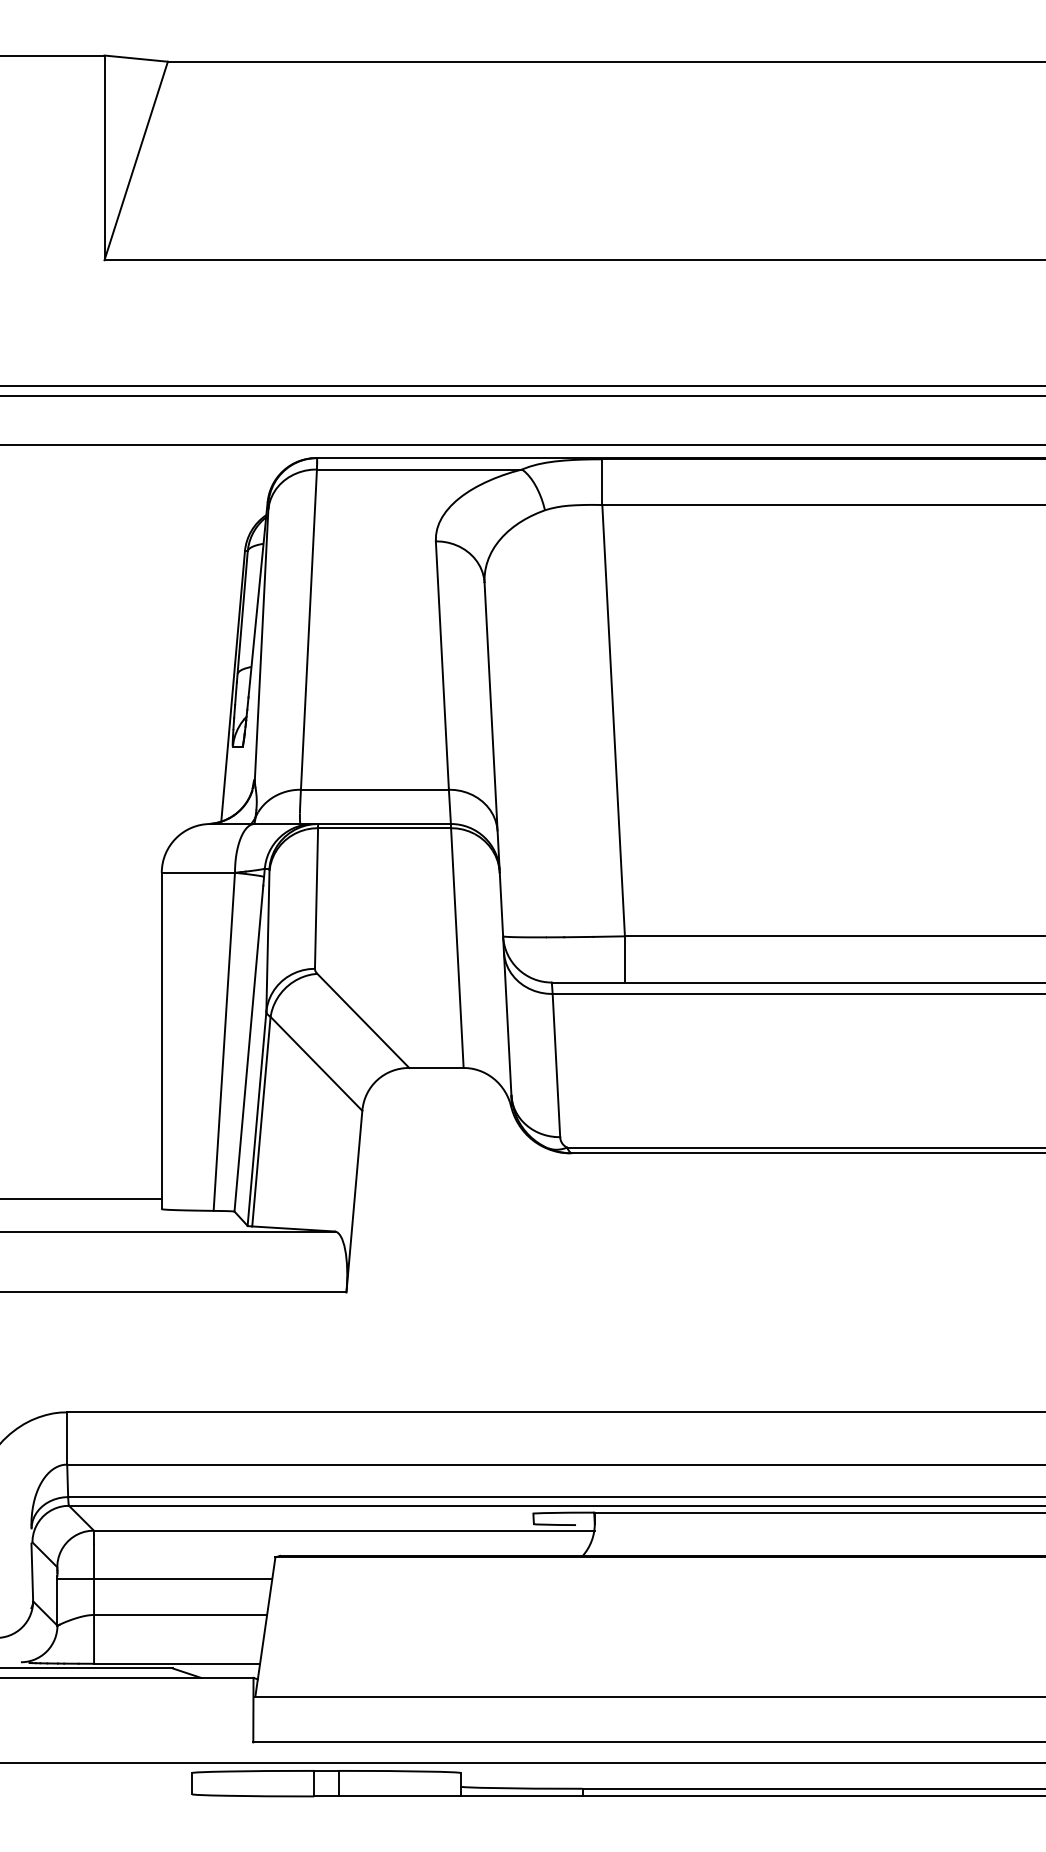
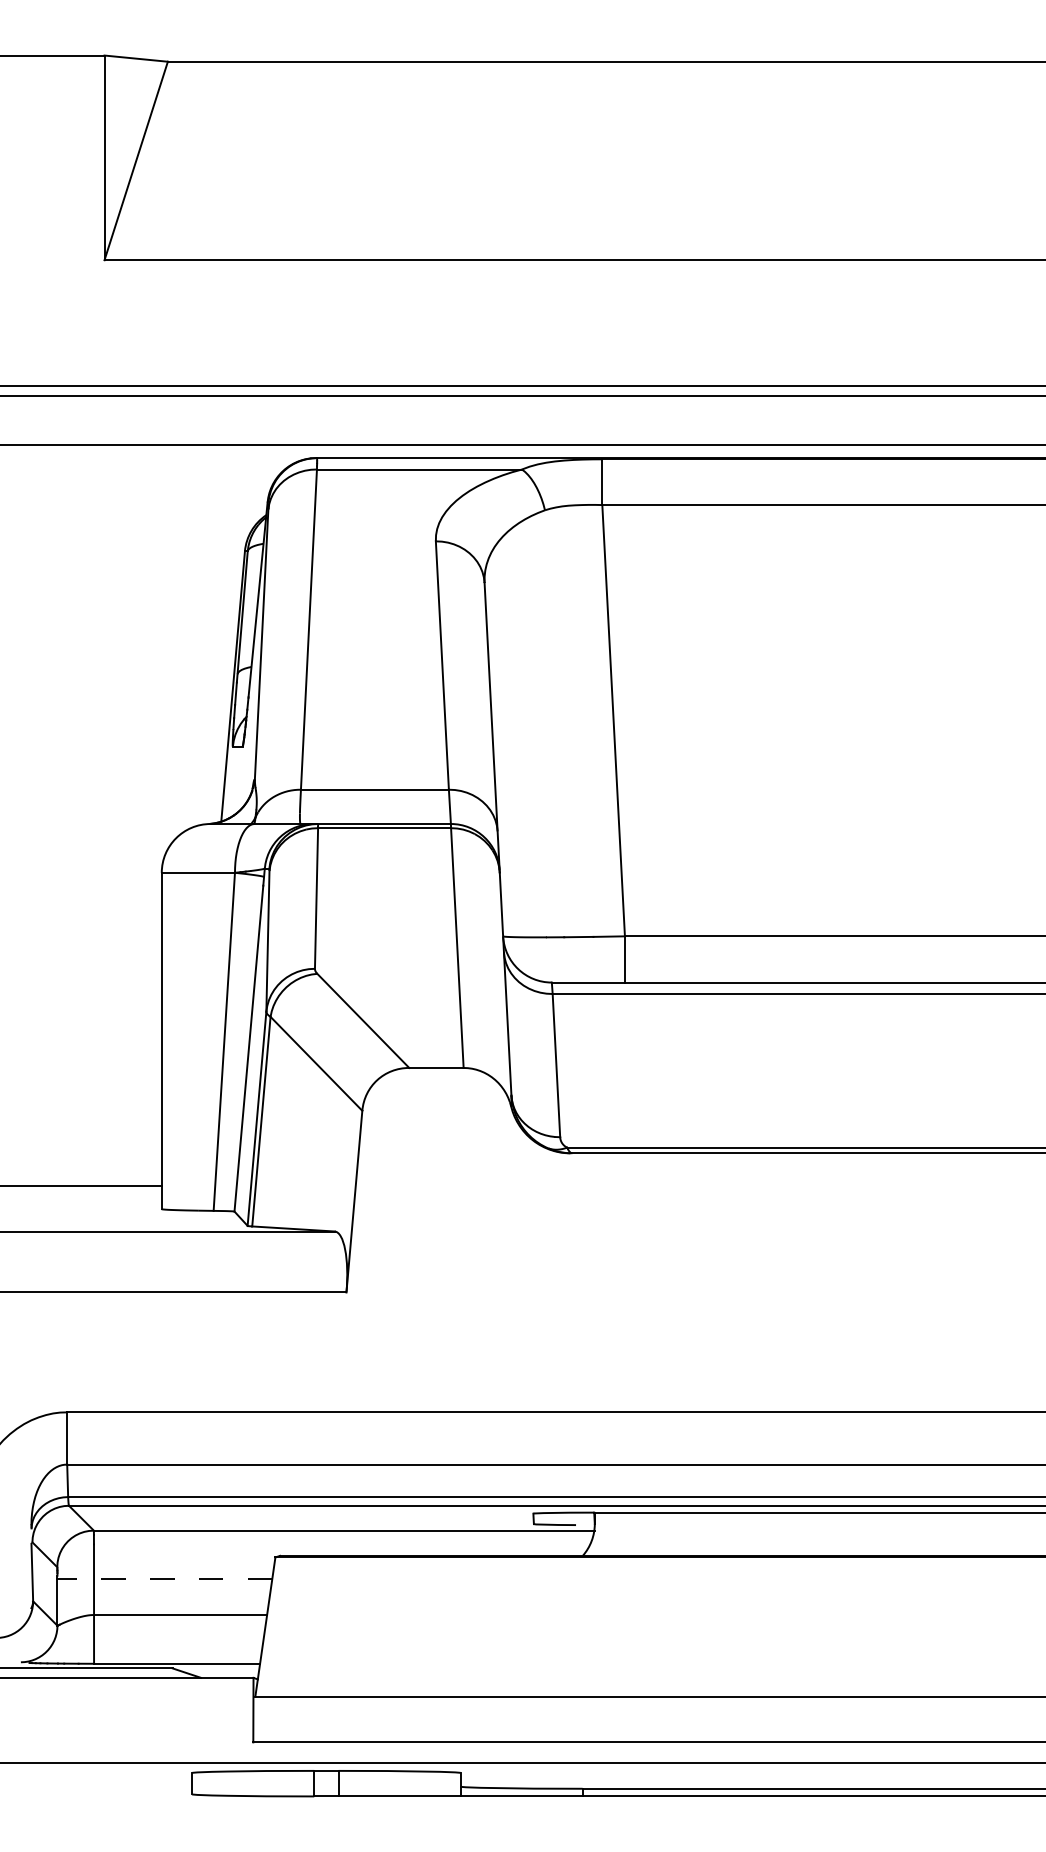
line at (81, 1199) position: (81, 1199) -> (81, 1186)
line at (164, 1579): solid -> dashed
